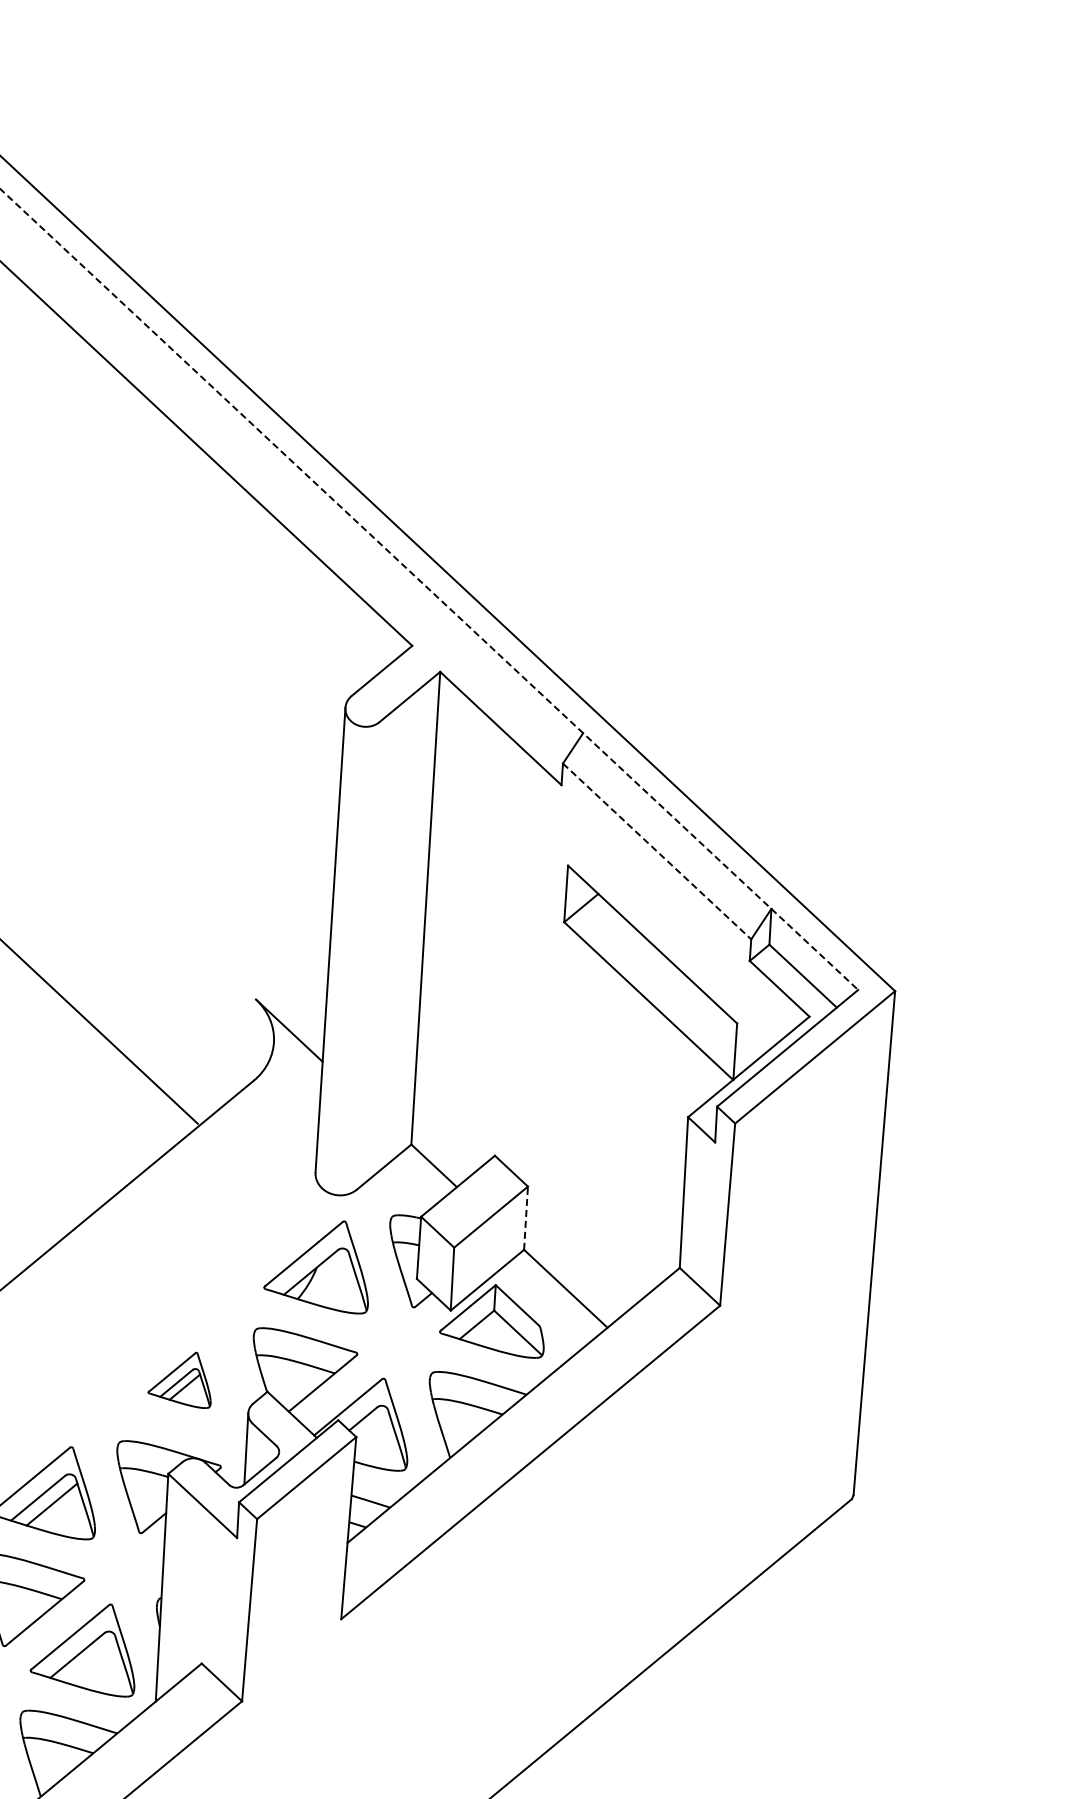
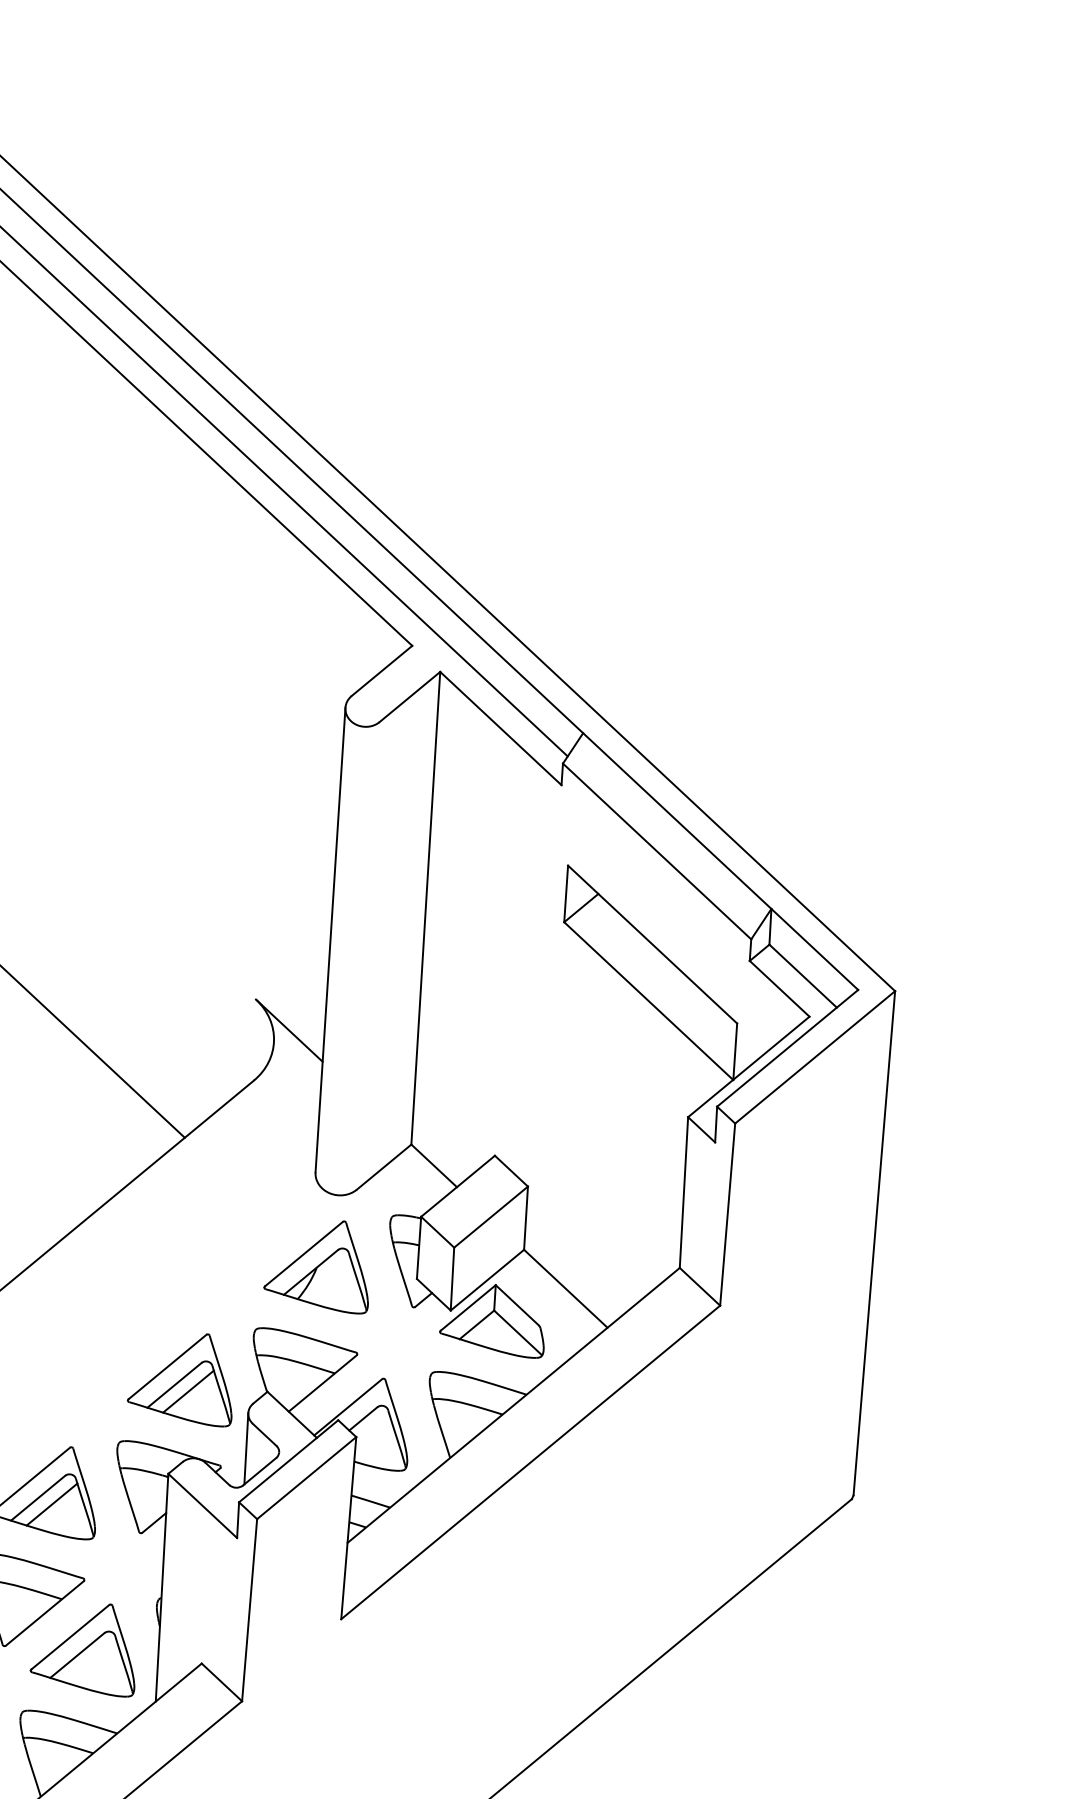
line at (284, 492): none -> present
line at (429, 589): dashed -> solid
line at (657, 851): dashed -> solid
line at (99, 1032) position: (99, 1032) -> (93, 1052)
line at (526, 1218): dashed -> solid
part at (179, 1379) size: 65x58 px -> 107x95 px
